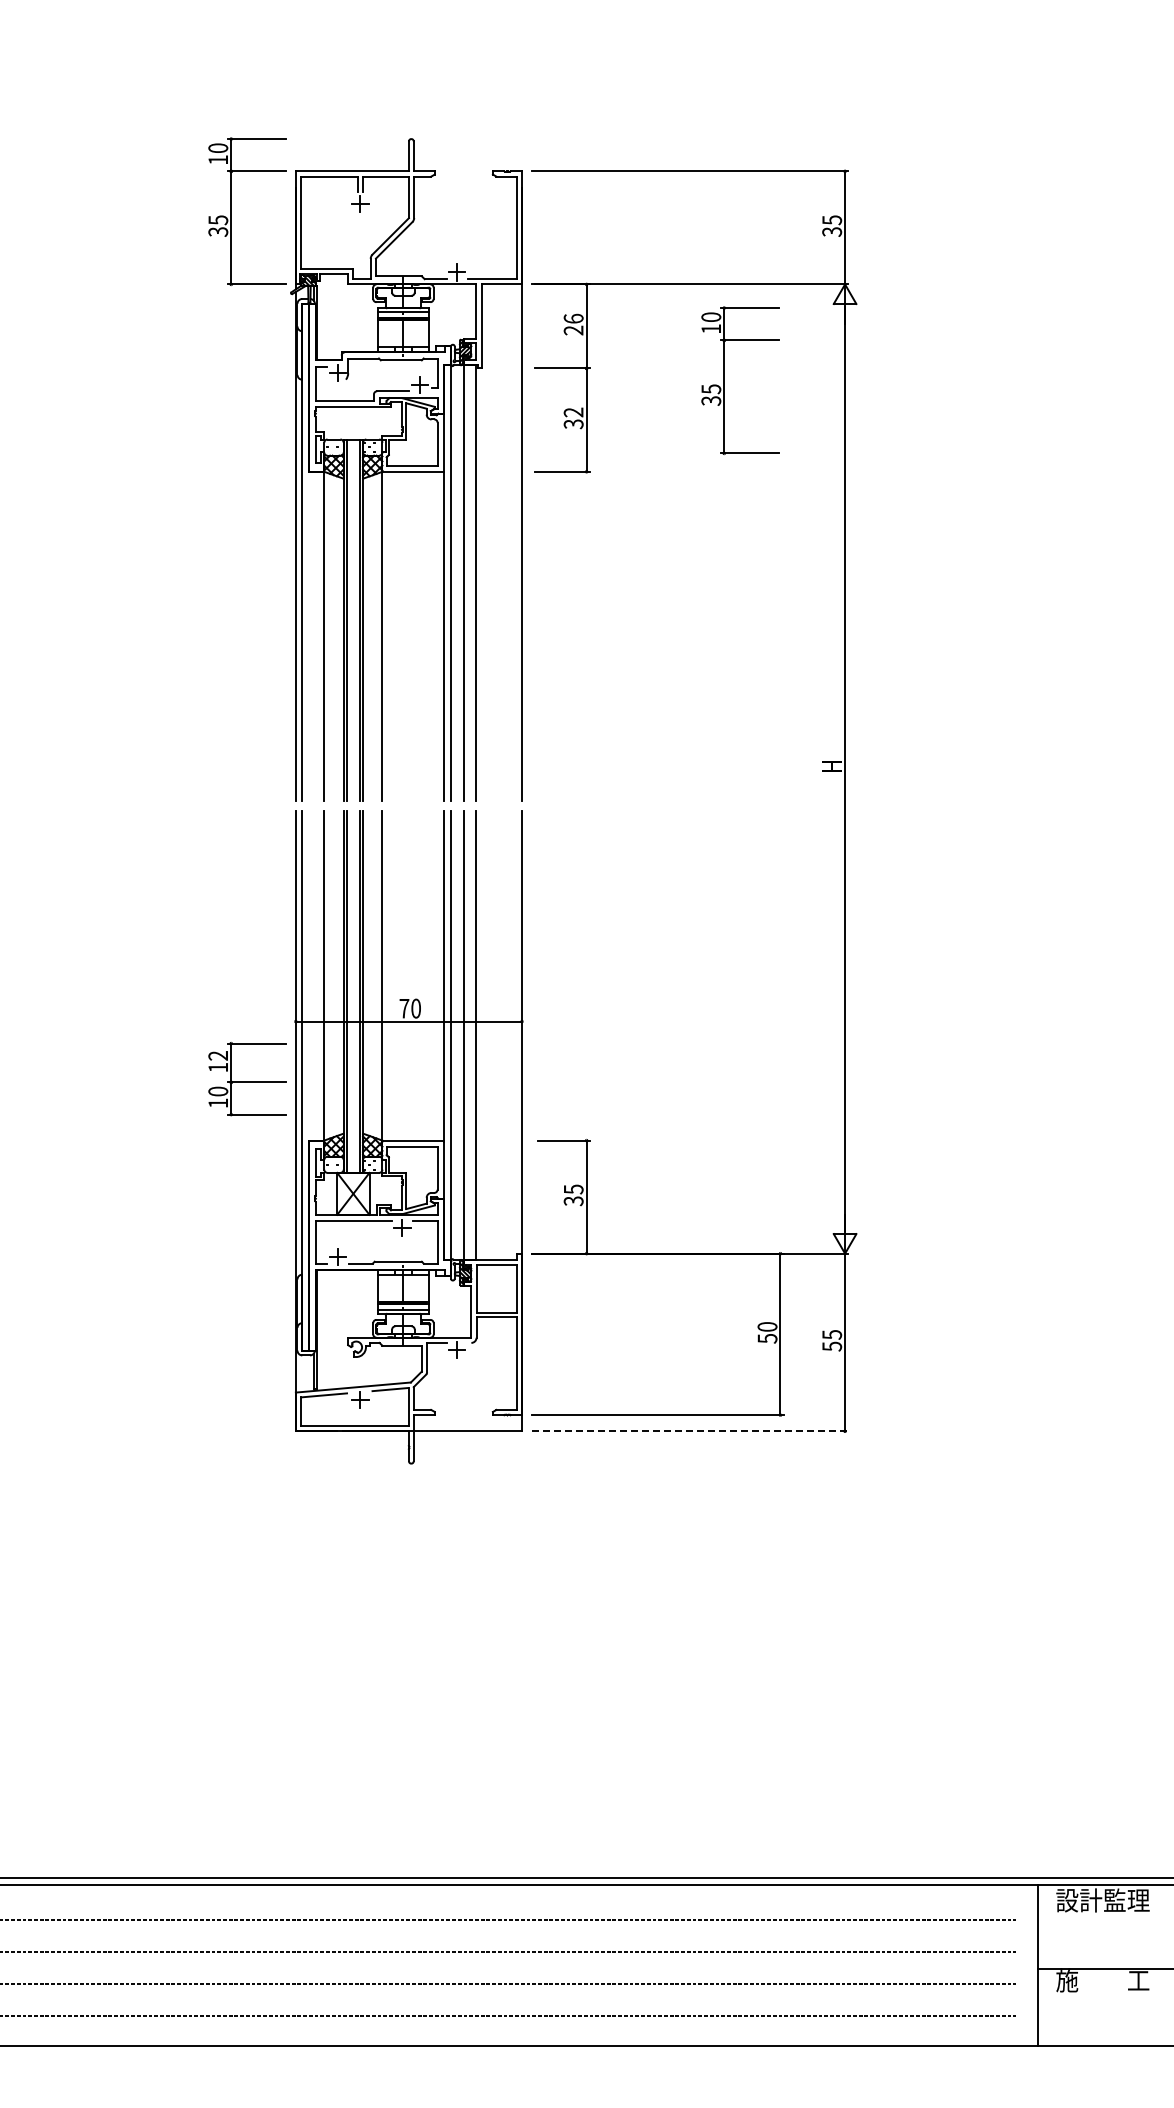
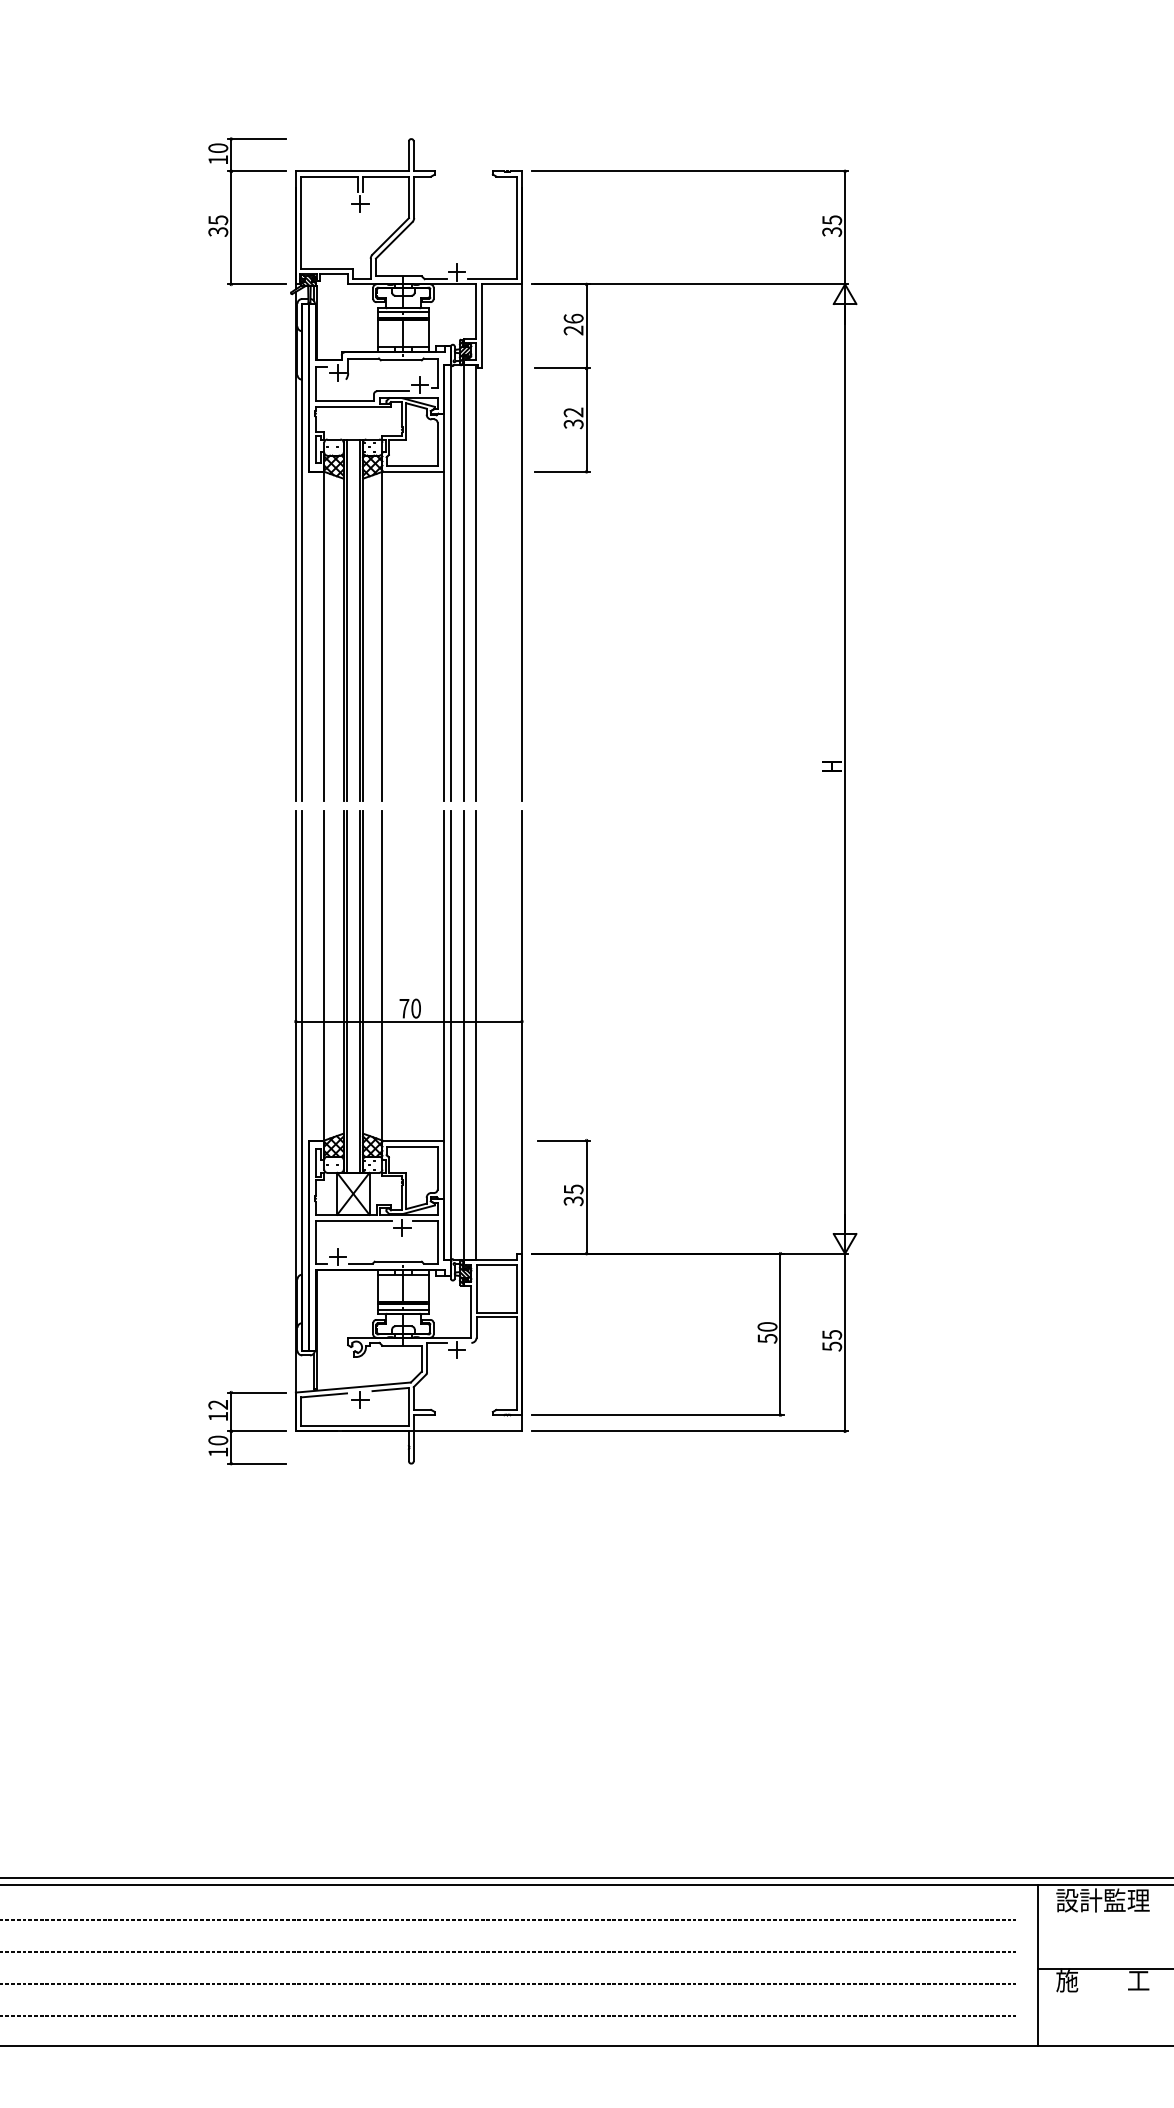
part at (724, 380): present -> none
part at (247, 1079) position: (247, 1079) -> (247, 1428)
line at (690, 1431): dashed -> solid
